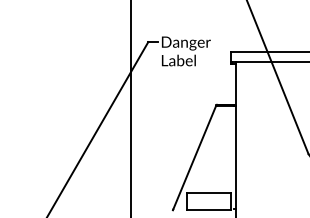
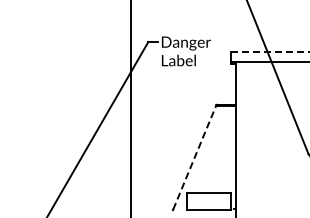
line at (270, 51): solid -> dashed
line at (194, 157): solid -> dashed
